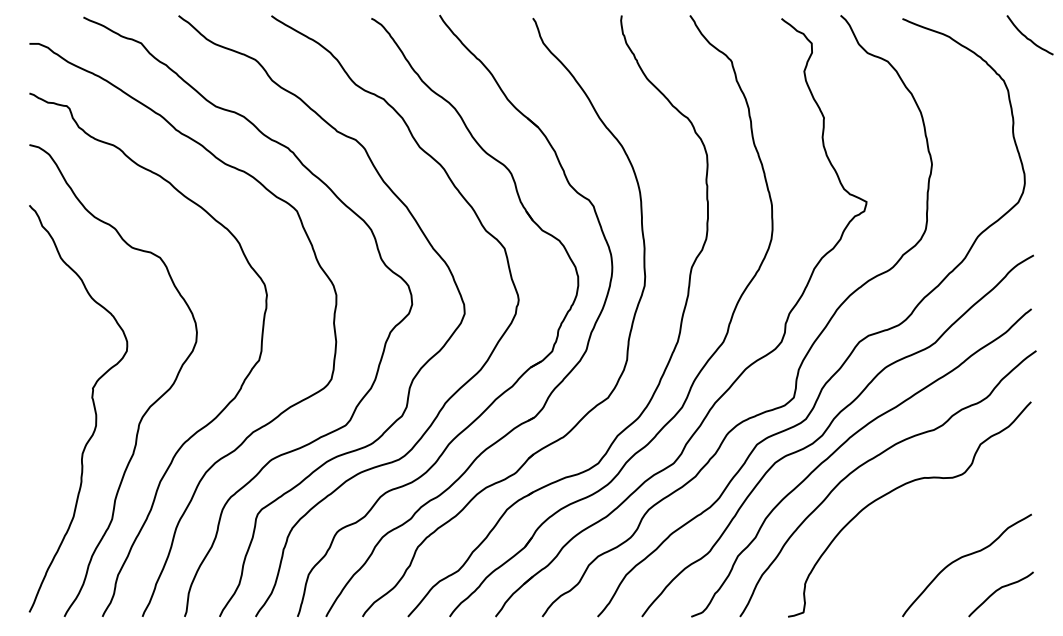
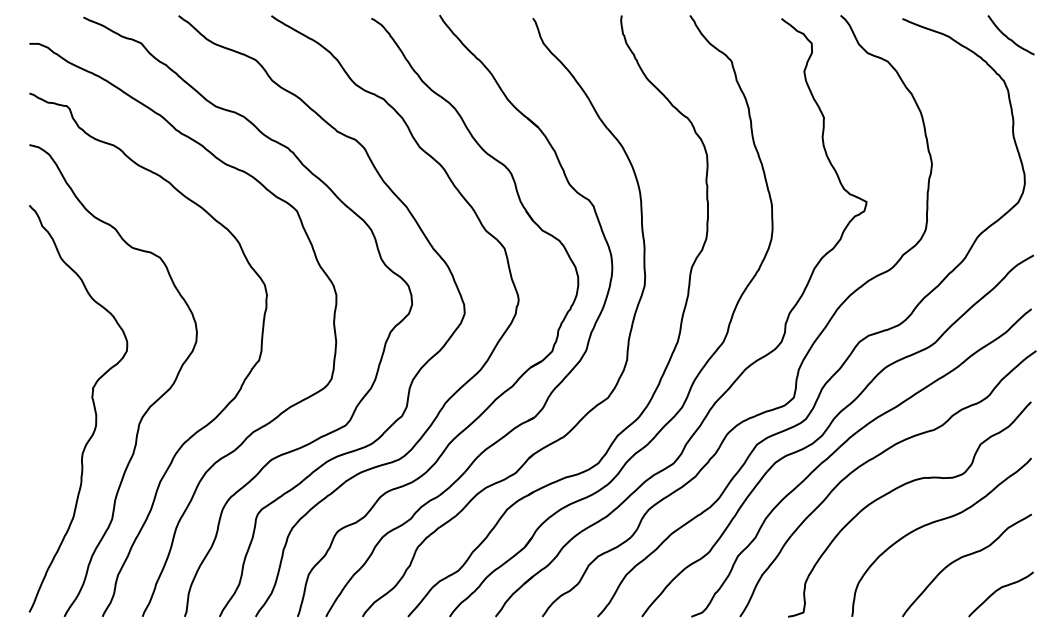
curve at (1027, 37) position: (1027, 37) -> (1008, 37)
curve at (936, 522): none -> present
